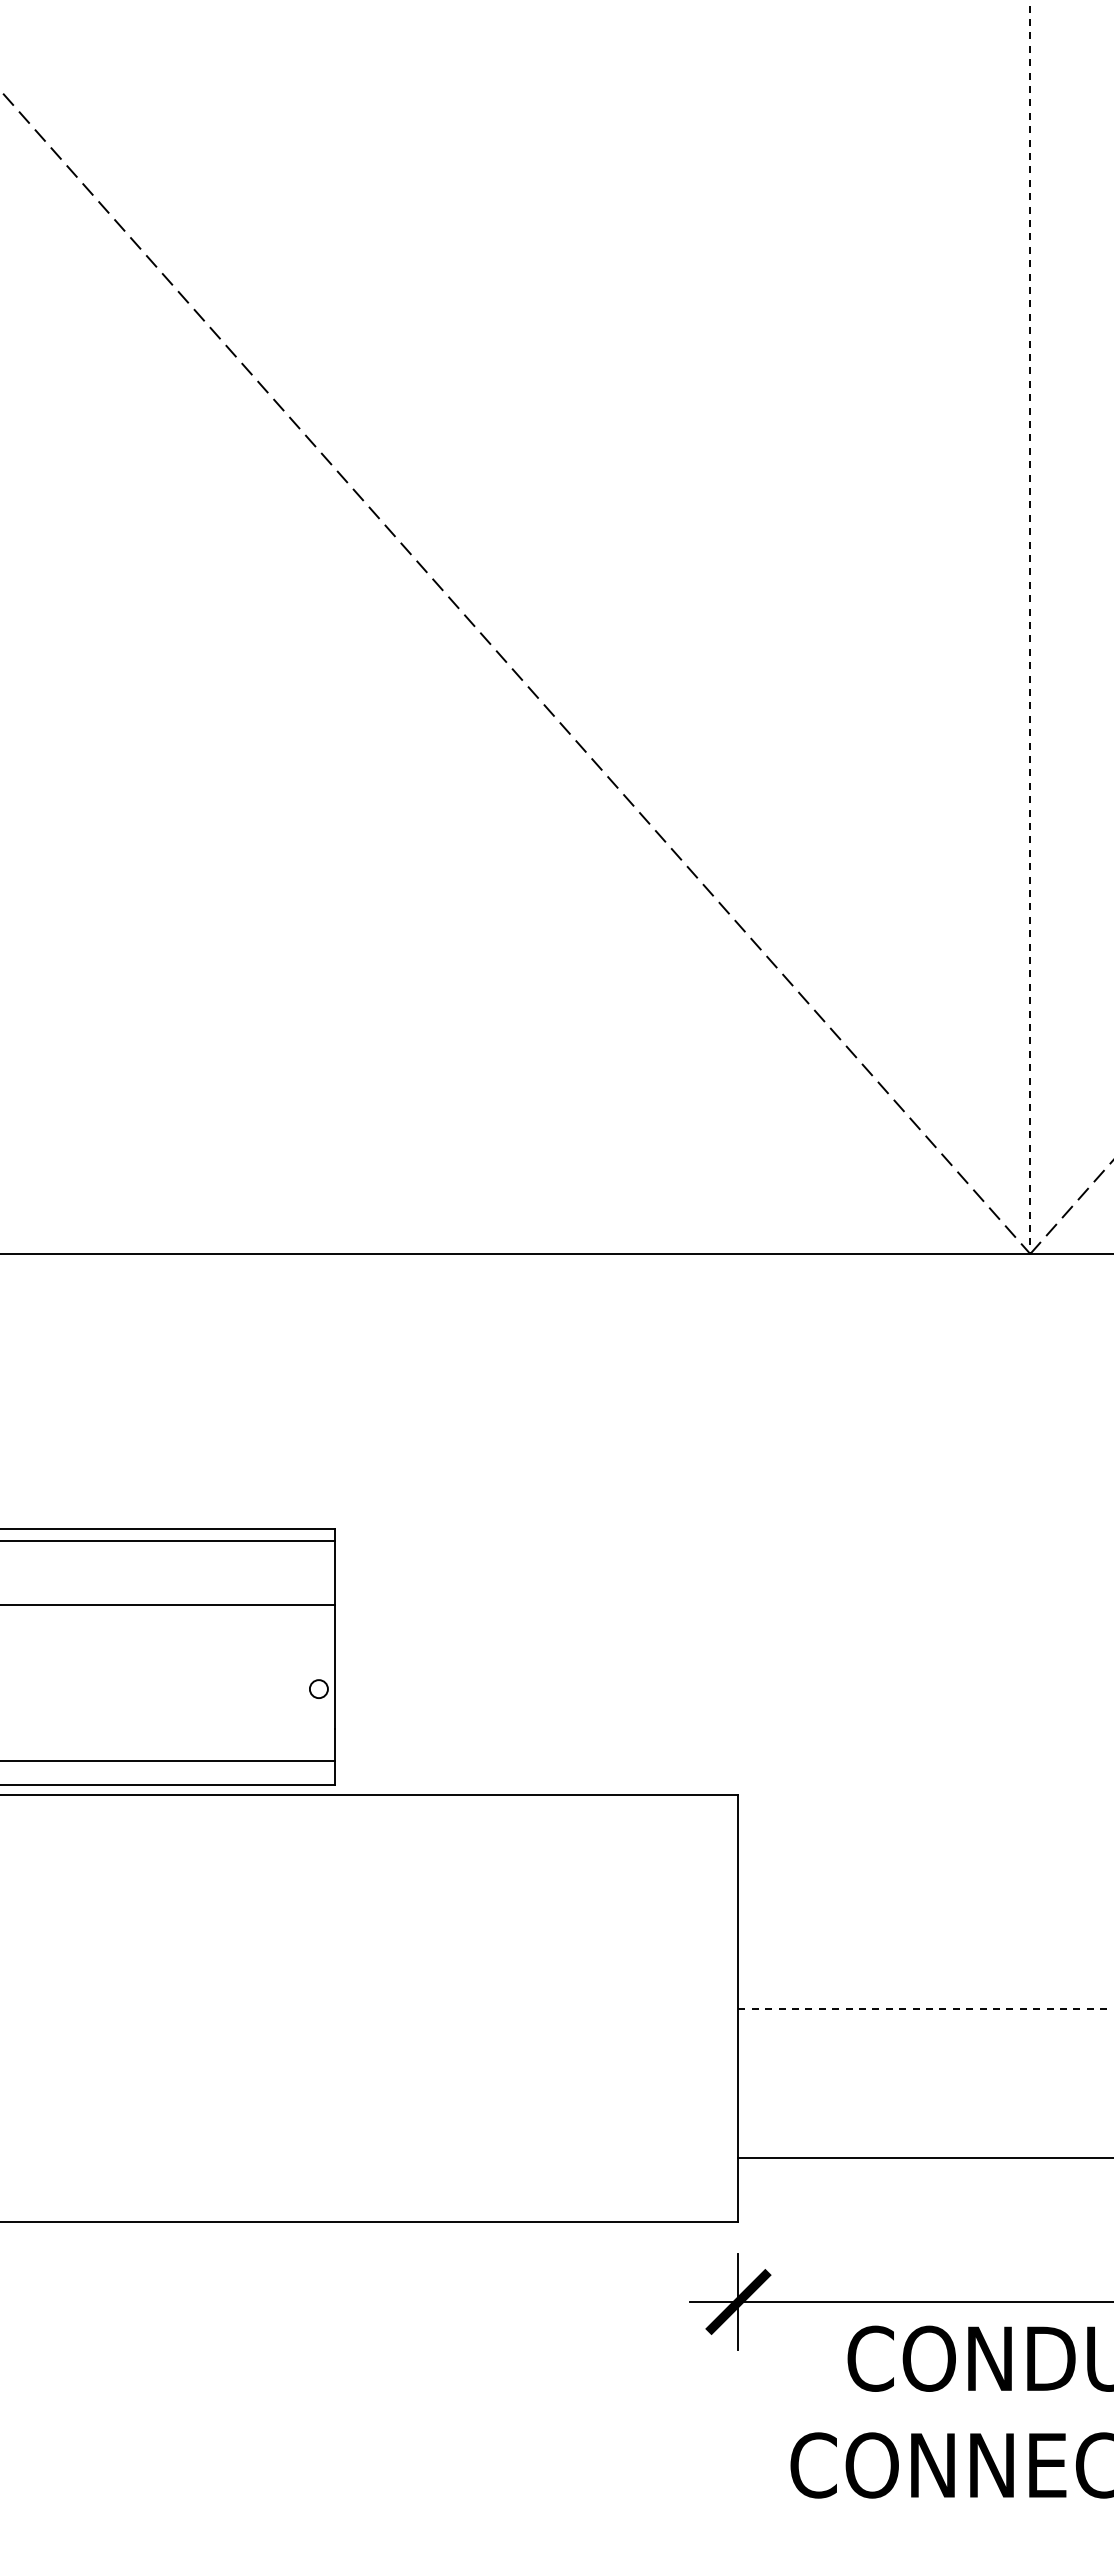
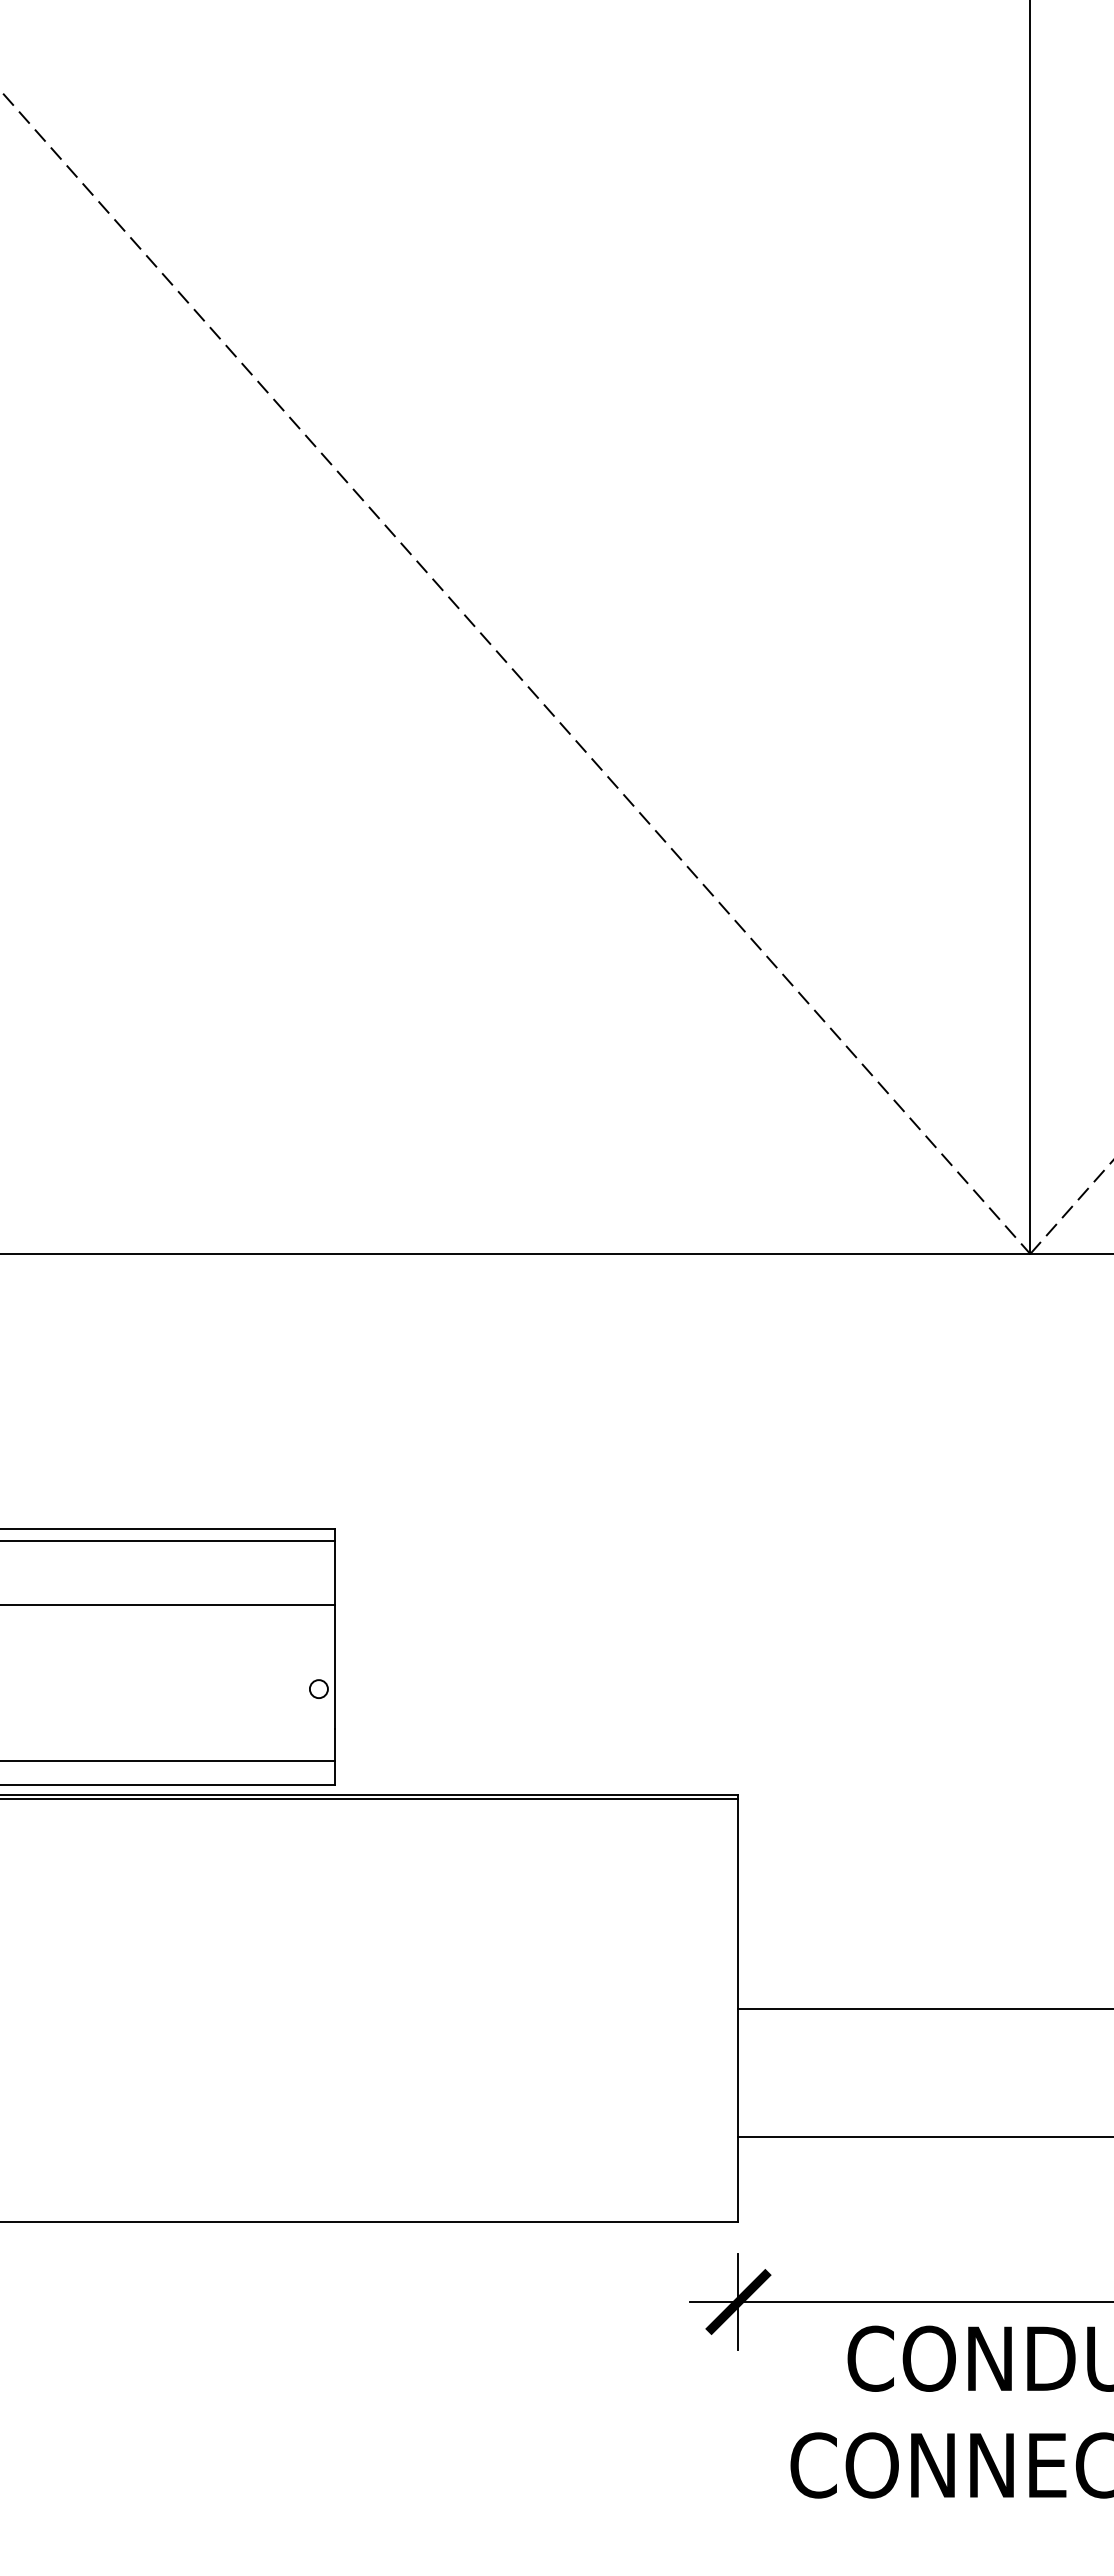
line at (1030, 627): dashed -> solid
line at (370, 1799): none -> present
line at (926, 2008): dashed -> solid
line at (924, 2157) position: (924, 2157) -> (924, 2136)
